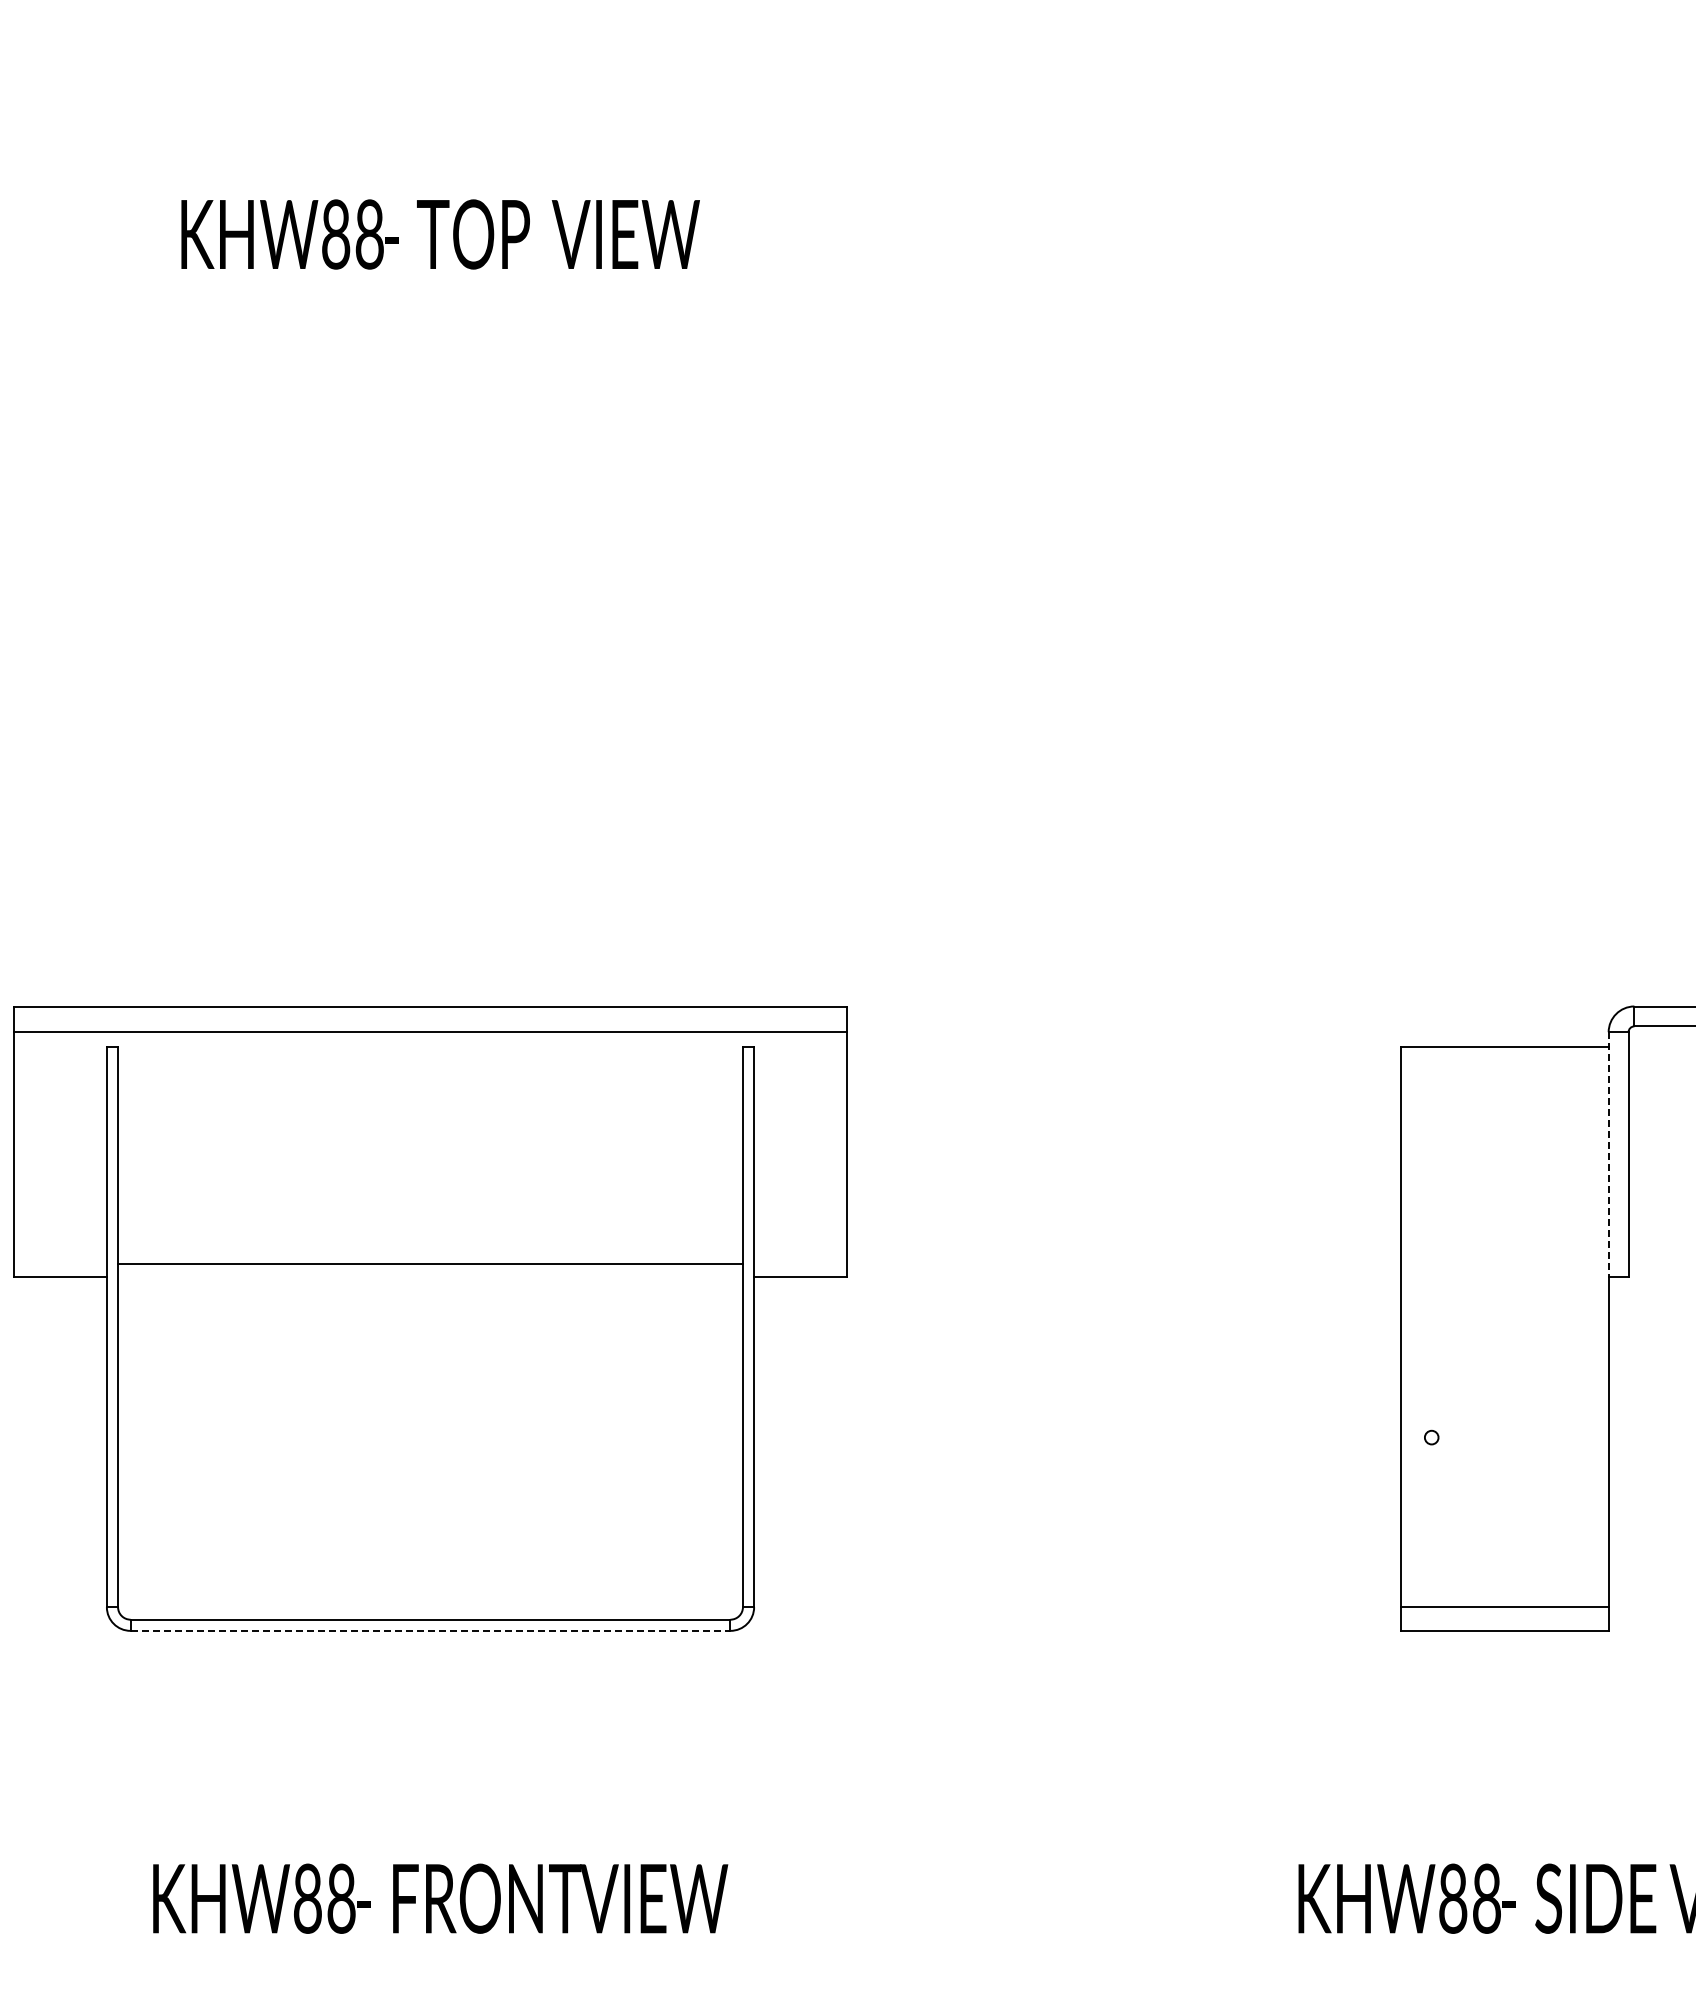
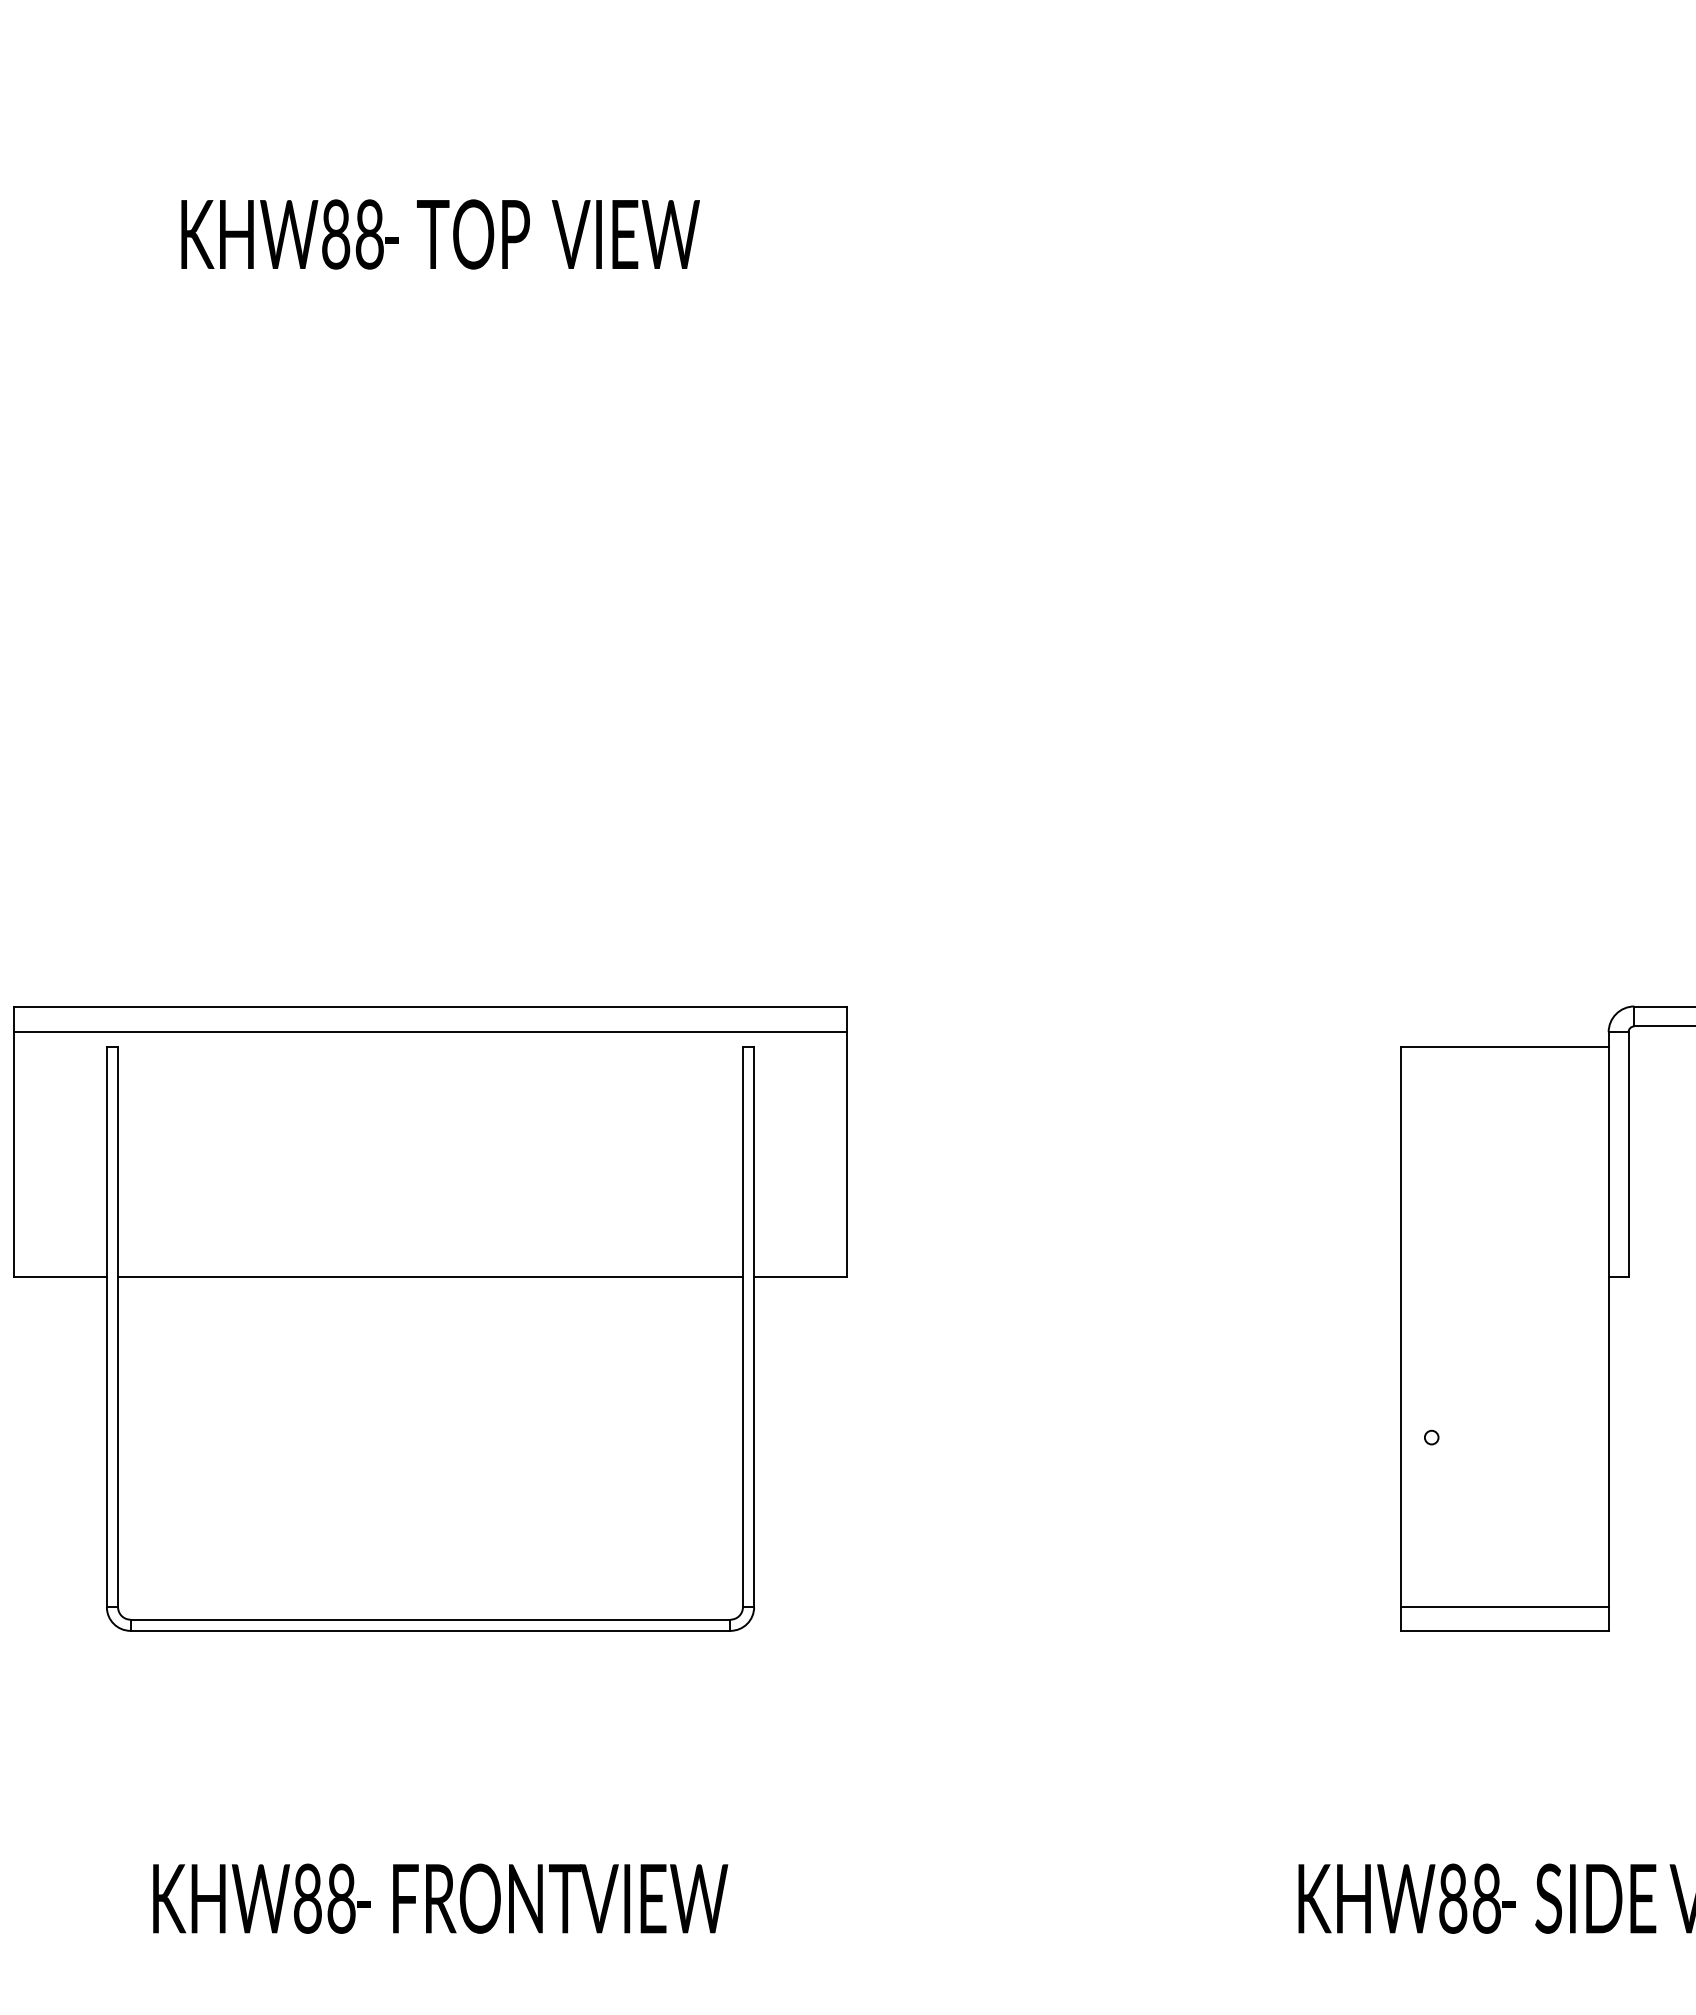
line at (1608, 1154): dashed -> solid
line at (430, 1264) position: (430, 1264) -> (430, 1277)
line at (430, 1630): dashed -> solid
